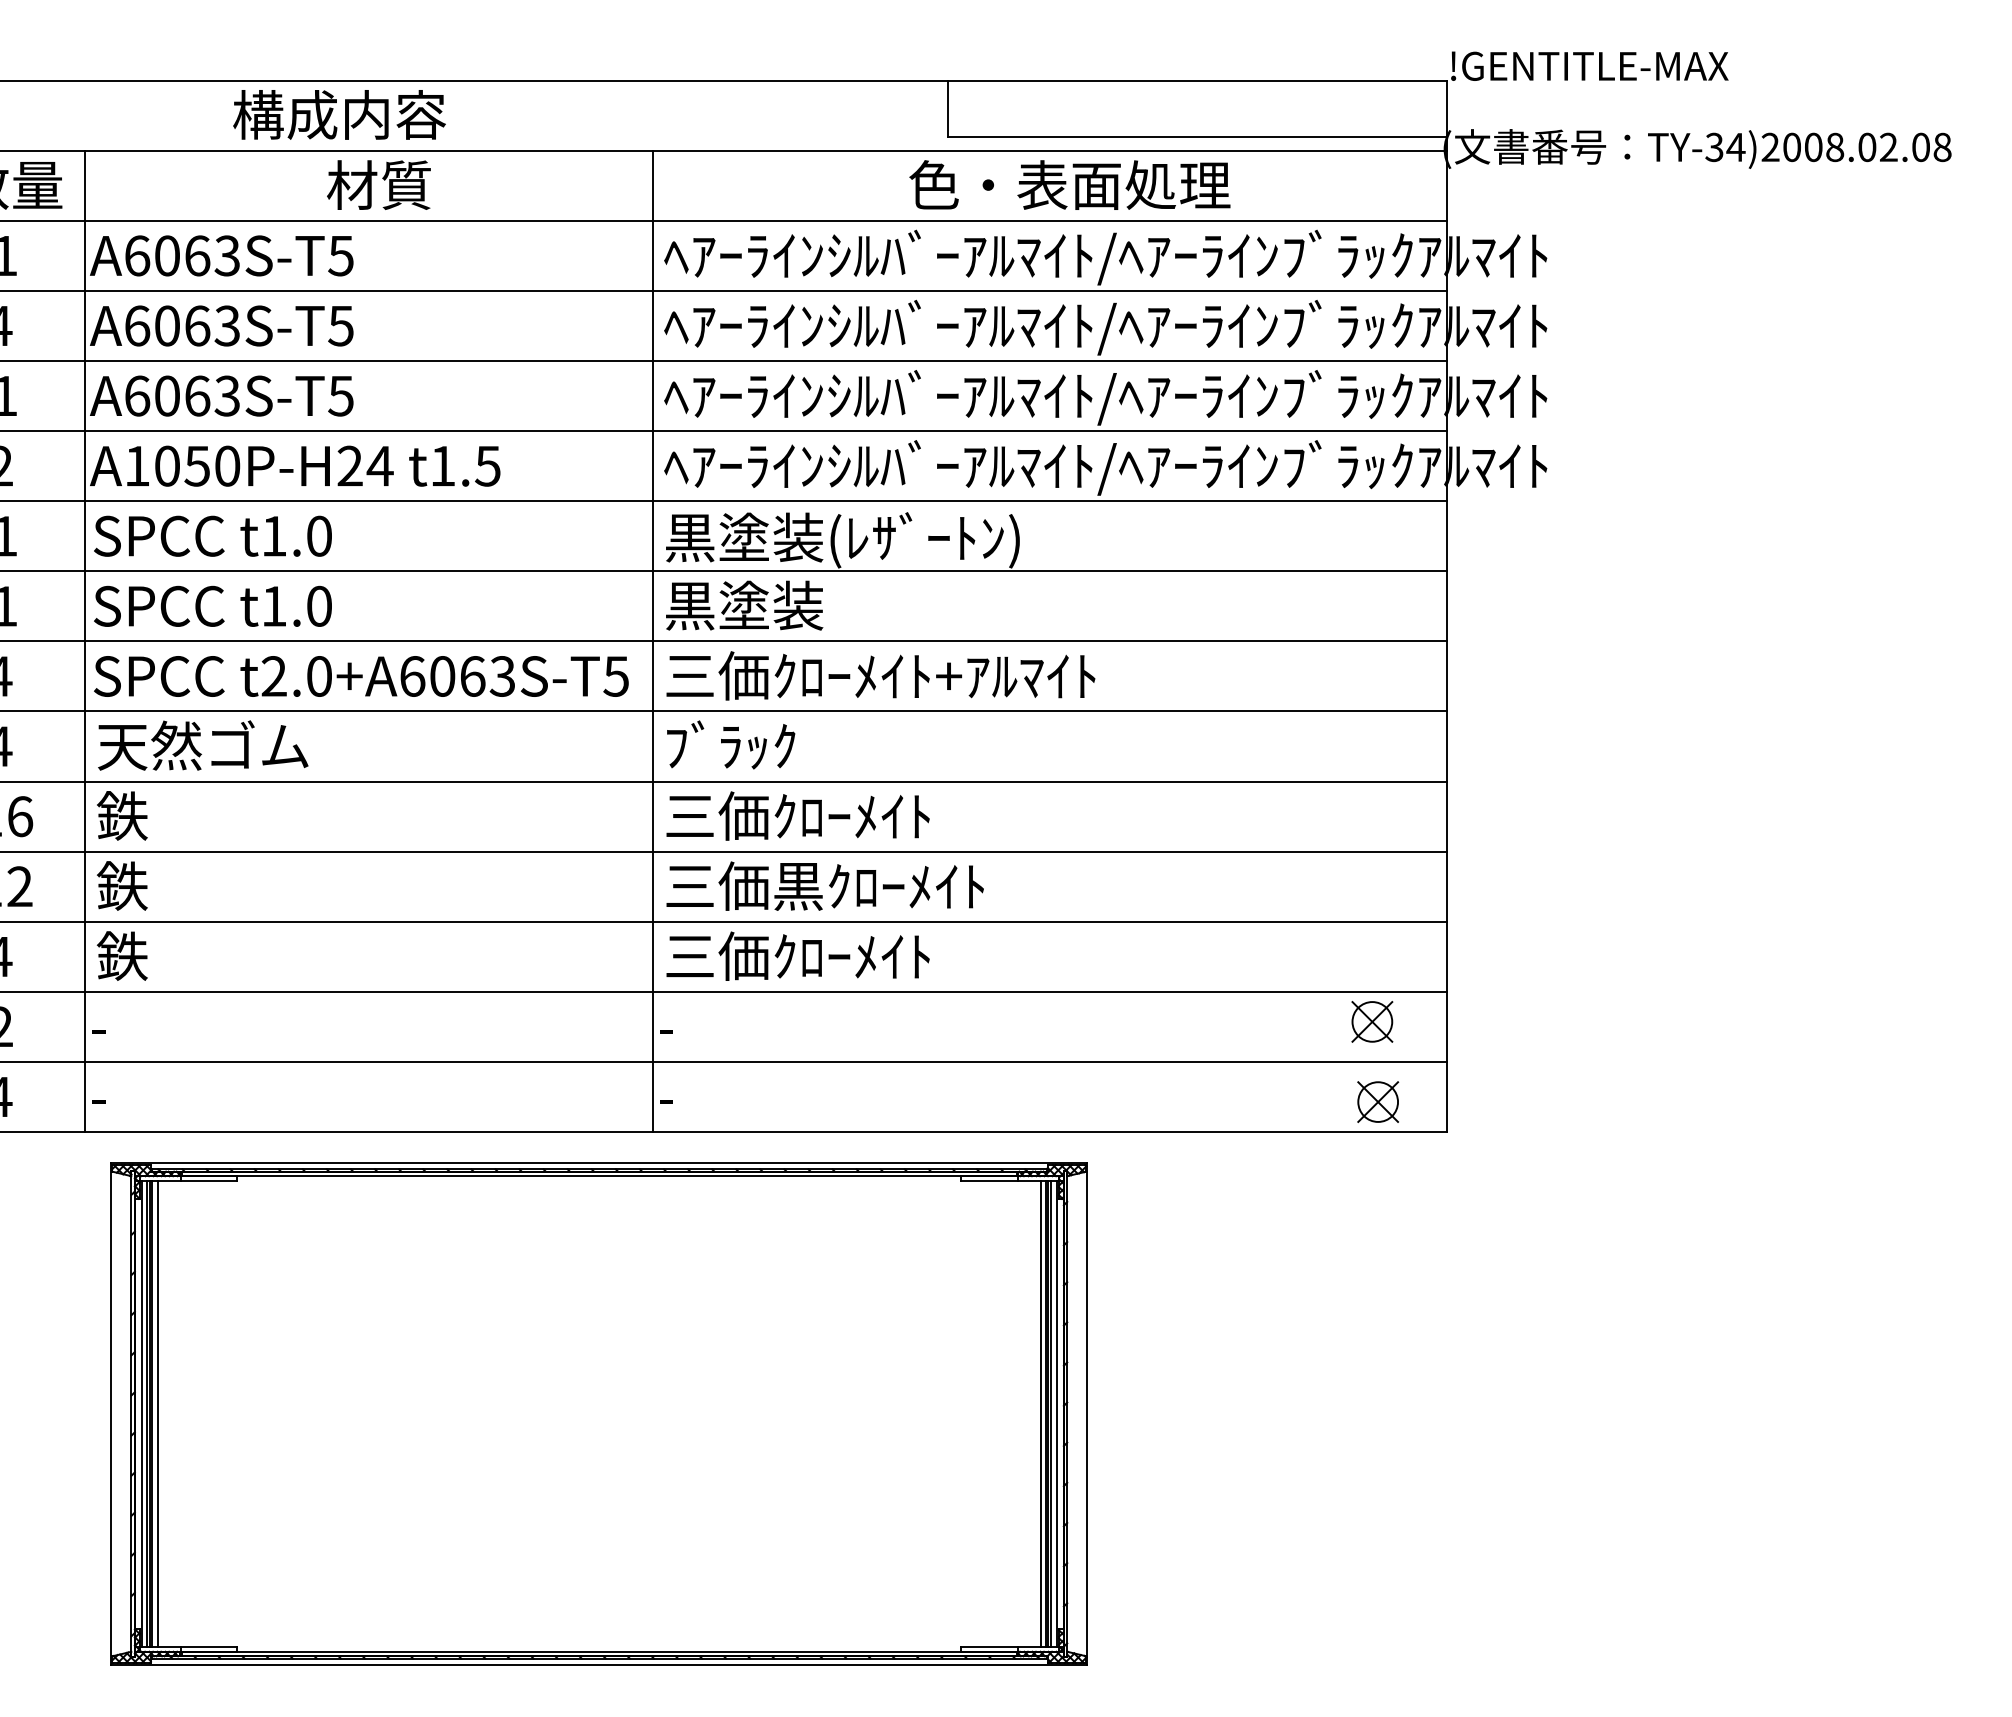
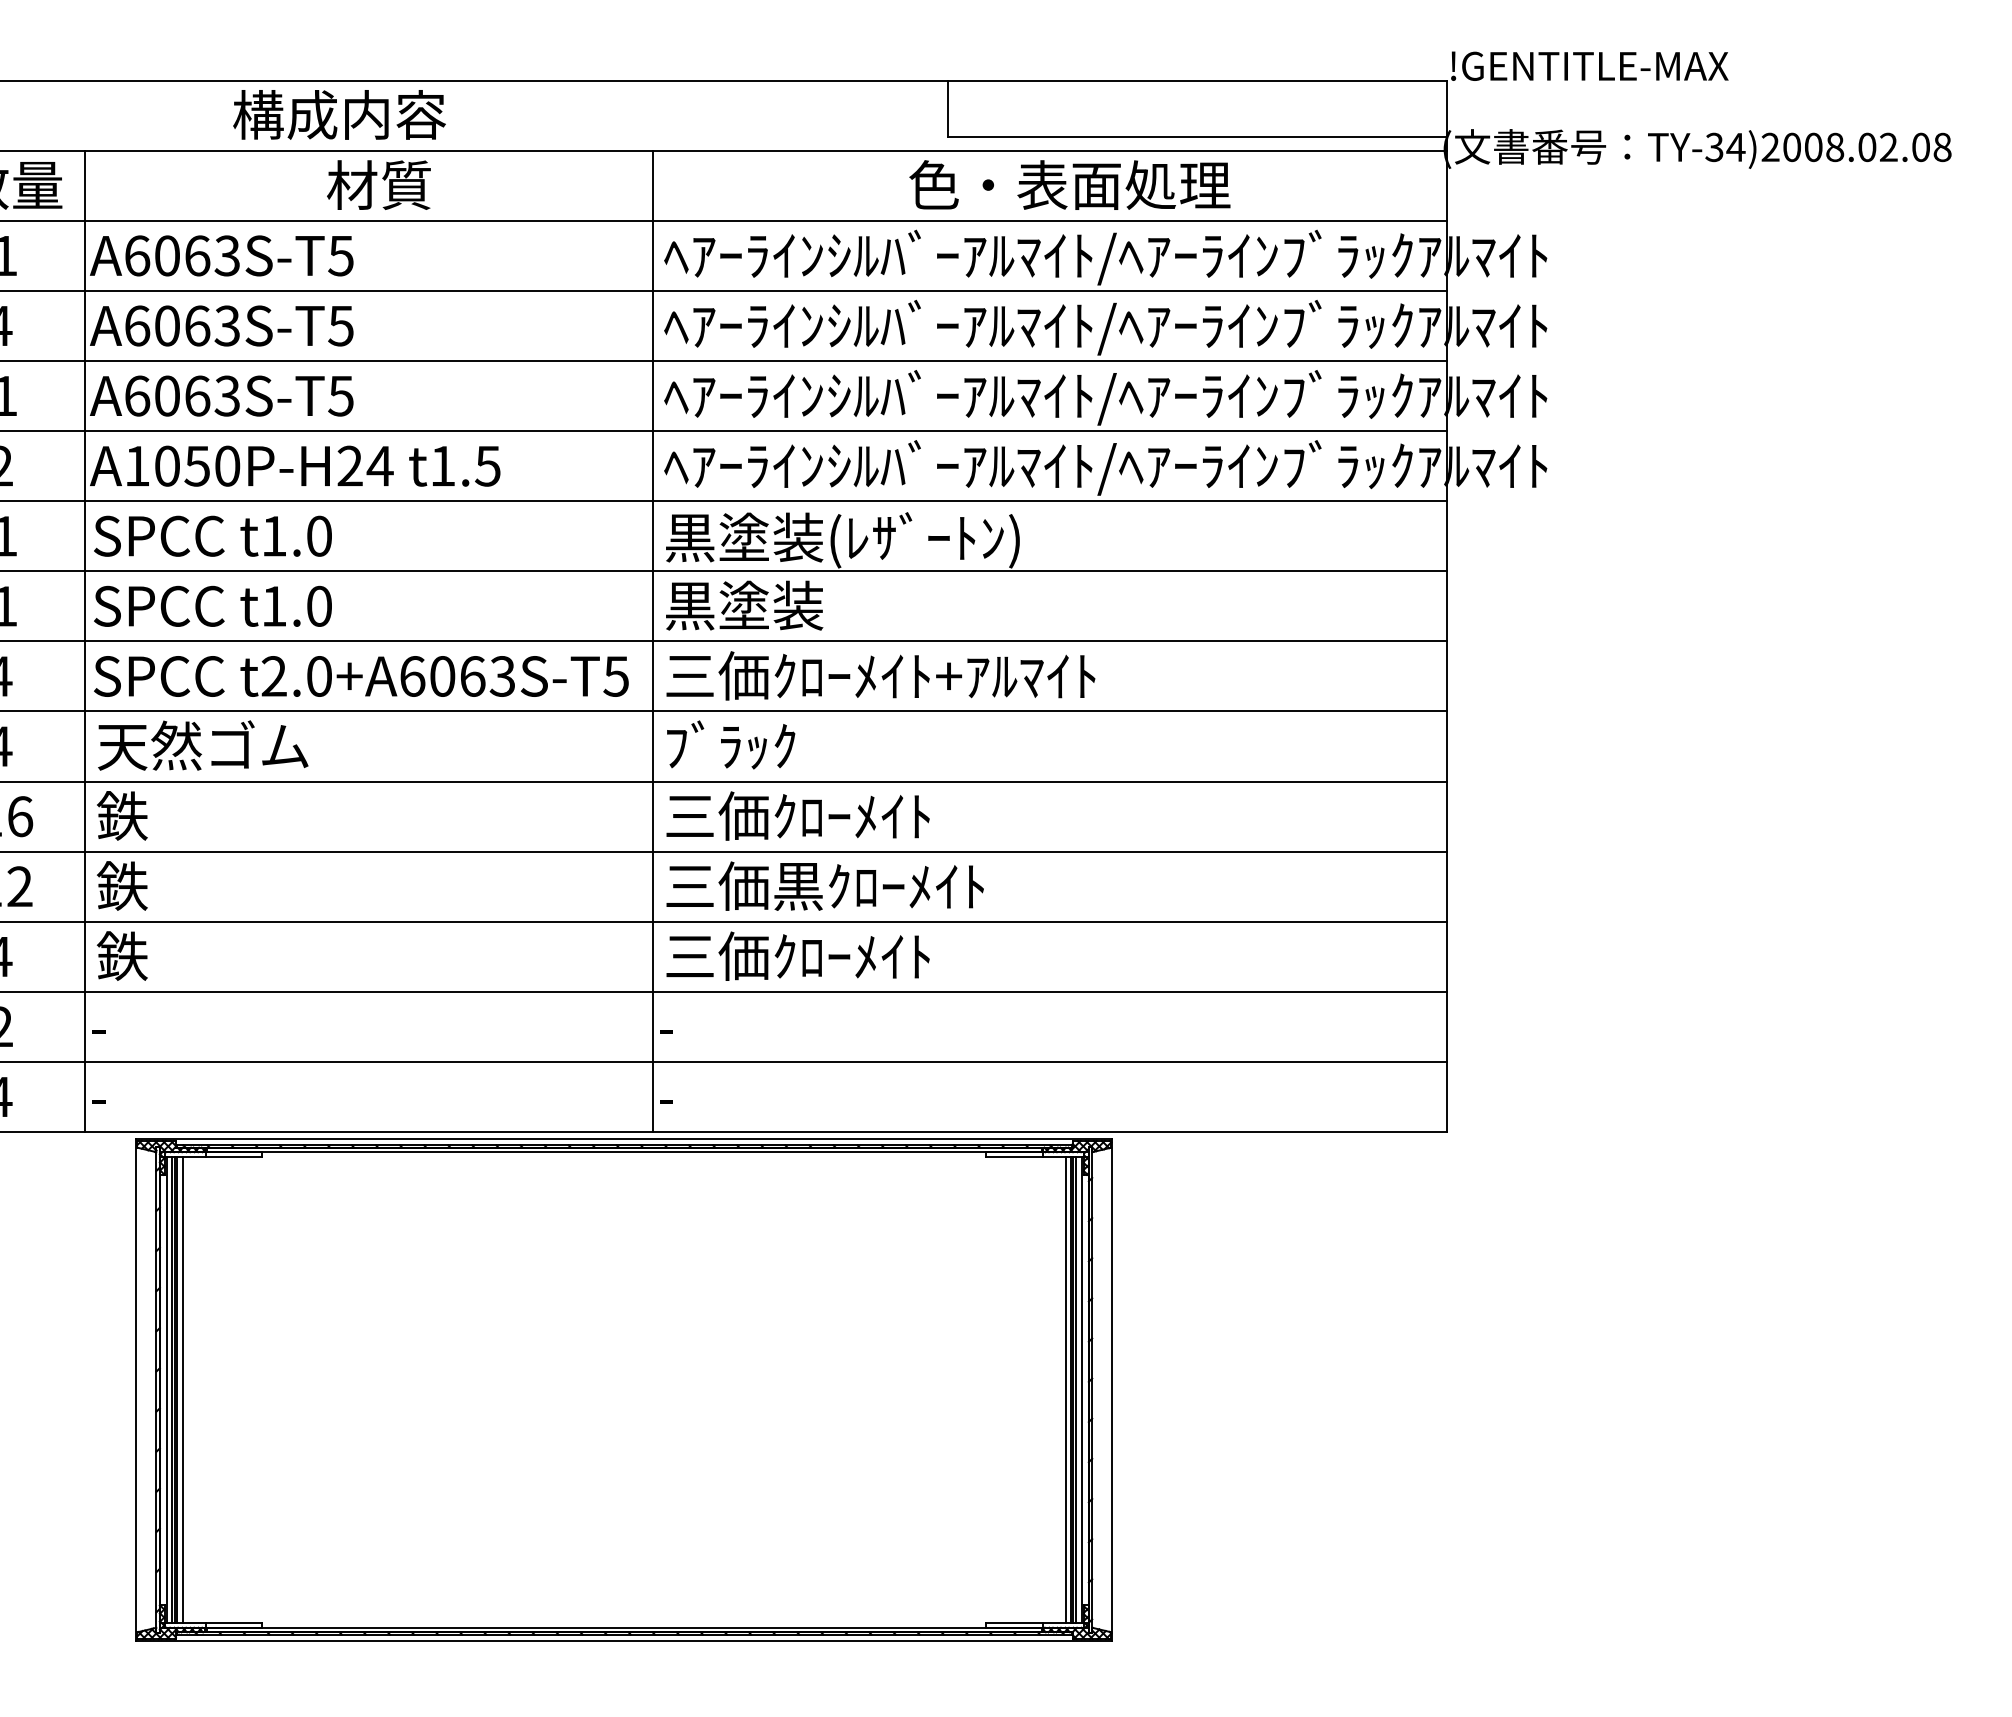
part at (1372, 1021): present -> none
part at (1378, 1101): present -> none
part at (598, 1413) position: (598, 1413) -> (623, 1389)
